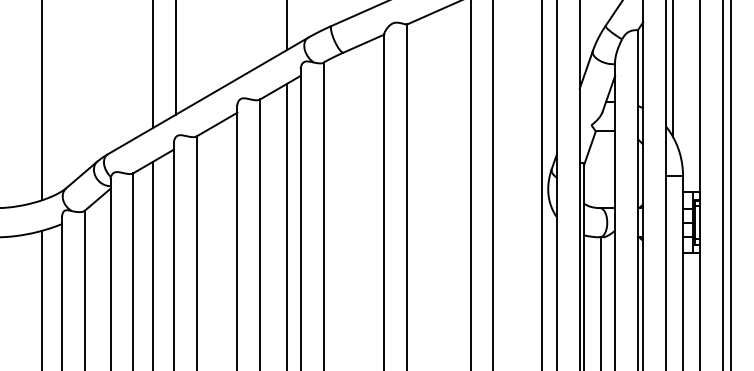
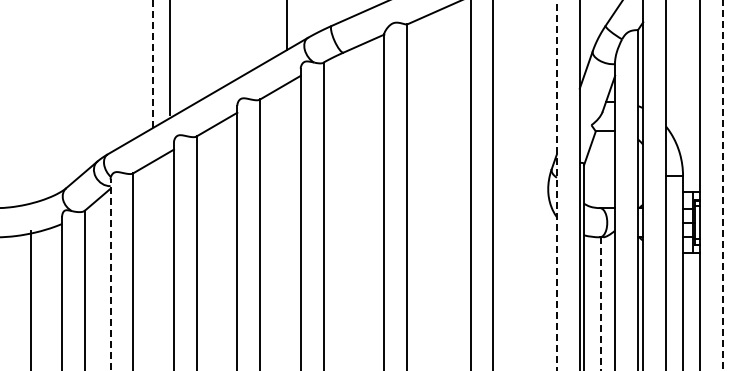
line at (176, 58) position: (176, 58) -> (170, 58)
line at (153, 64): solid -> dashed
line at (672, 69): present -> none
line at (42, 101): present -> none
line at (541, 184): present -> none
line at (731, 184): present -> none
line at (556, 185): solid -> dashed
line at (723, 185): solid -> dashed
line at (287, 225): present -> none
line at (153, 264): present -> none
line at (110, 274): solid -> dashed
line at (42, 298) position: (42, 298) -> (31, 298)
line at (601, 303): solid -> dashed
